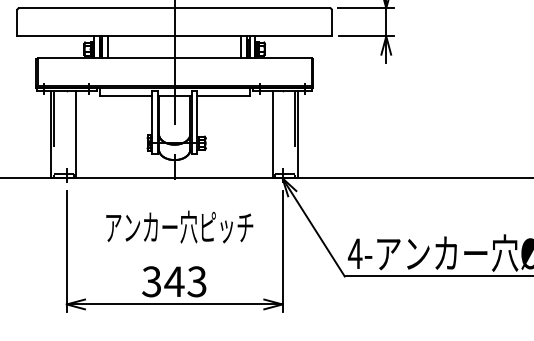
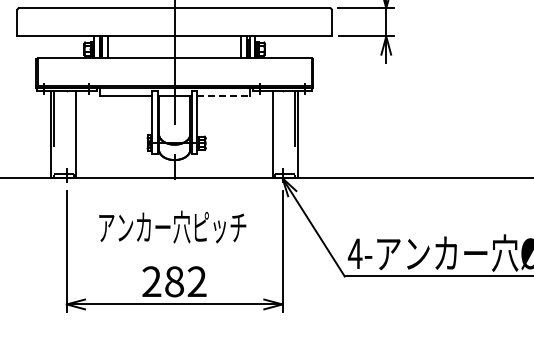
line at (223, 96): solid -> dashed
text at (179, 226) position: (179, 226) -> (172, 226)
text at (174, 281): 343 -> 282
